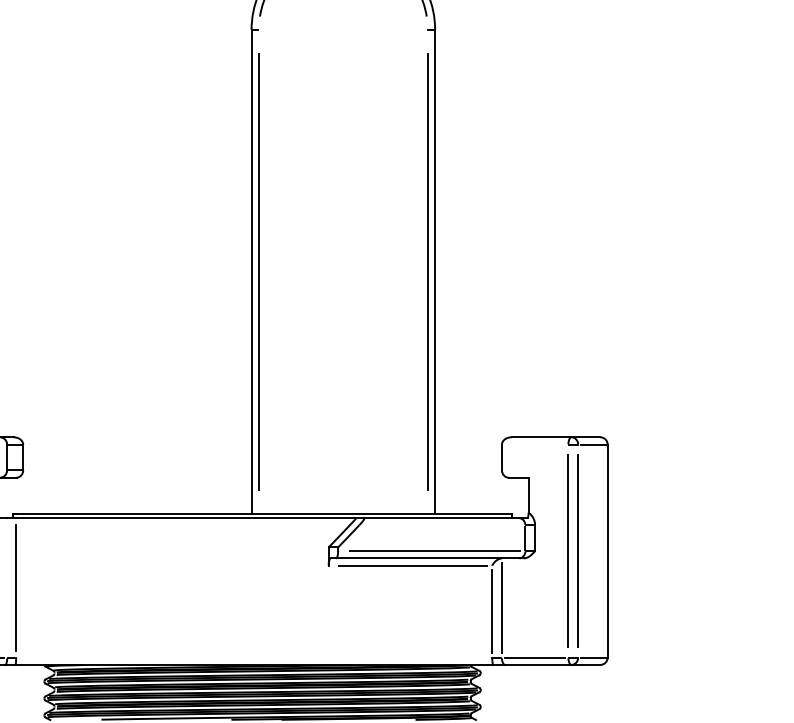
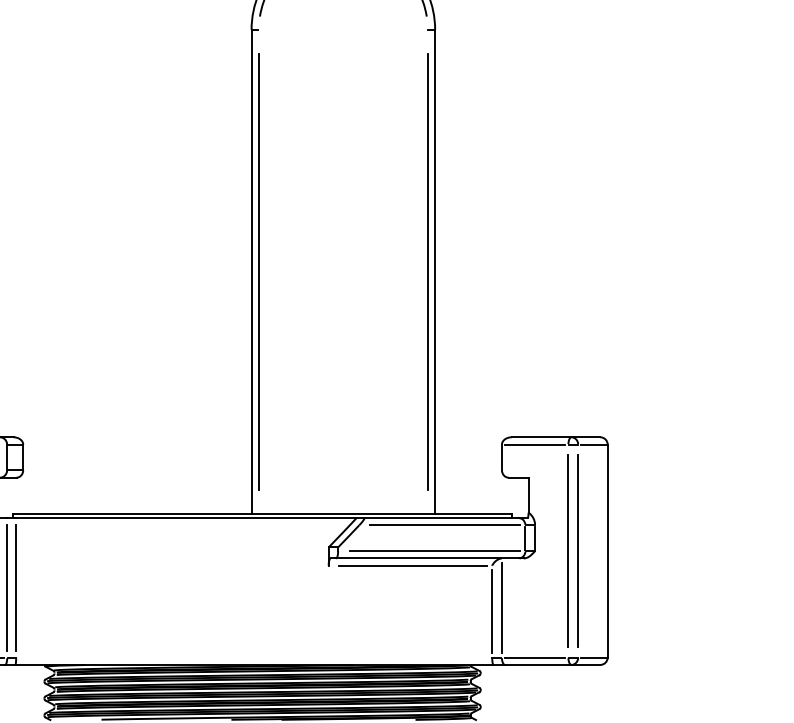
line at (535, 444): none -> present
line at (444, 525): none -> present
line at (7, 587): none -> present
